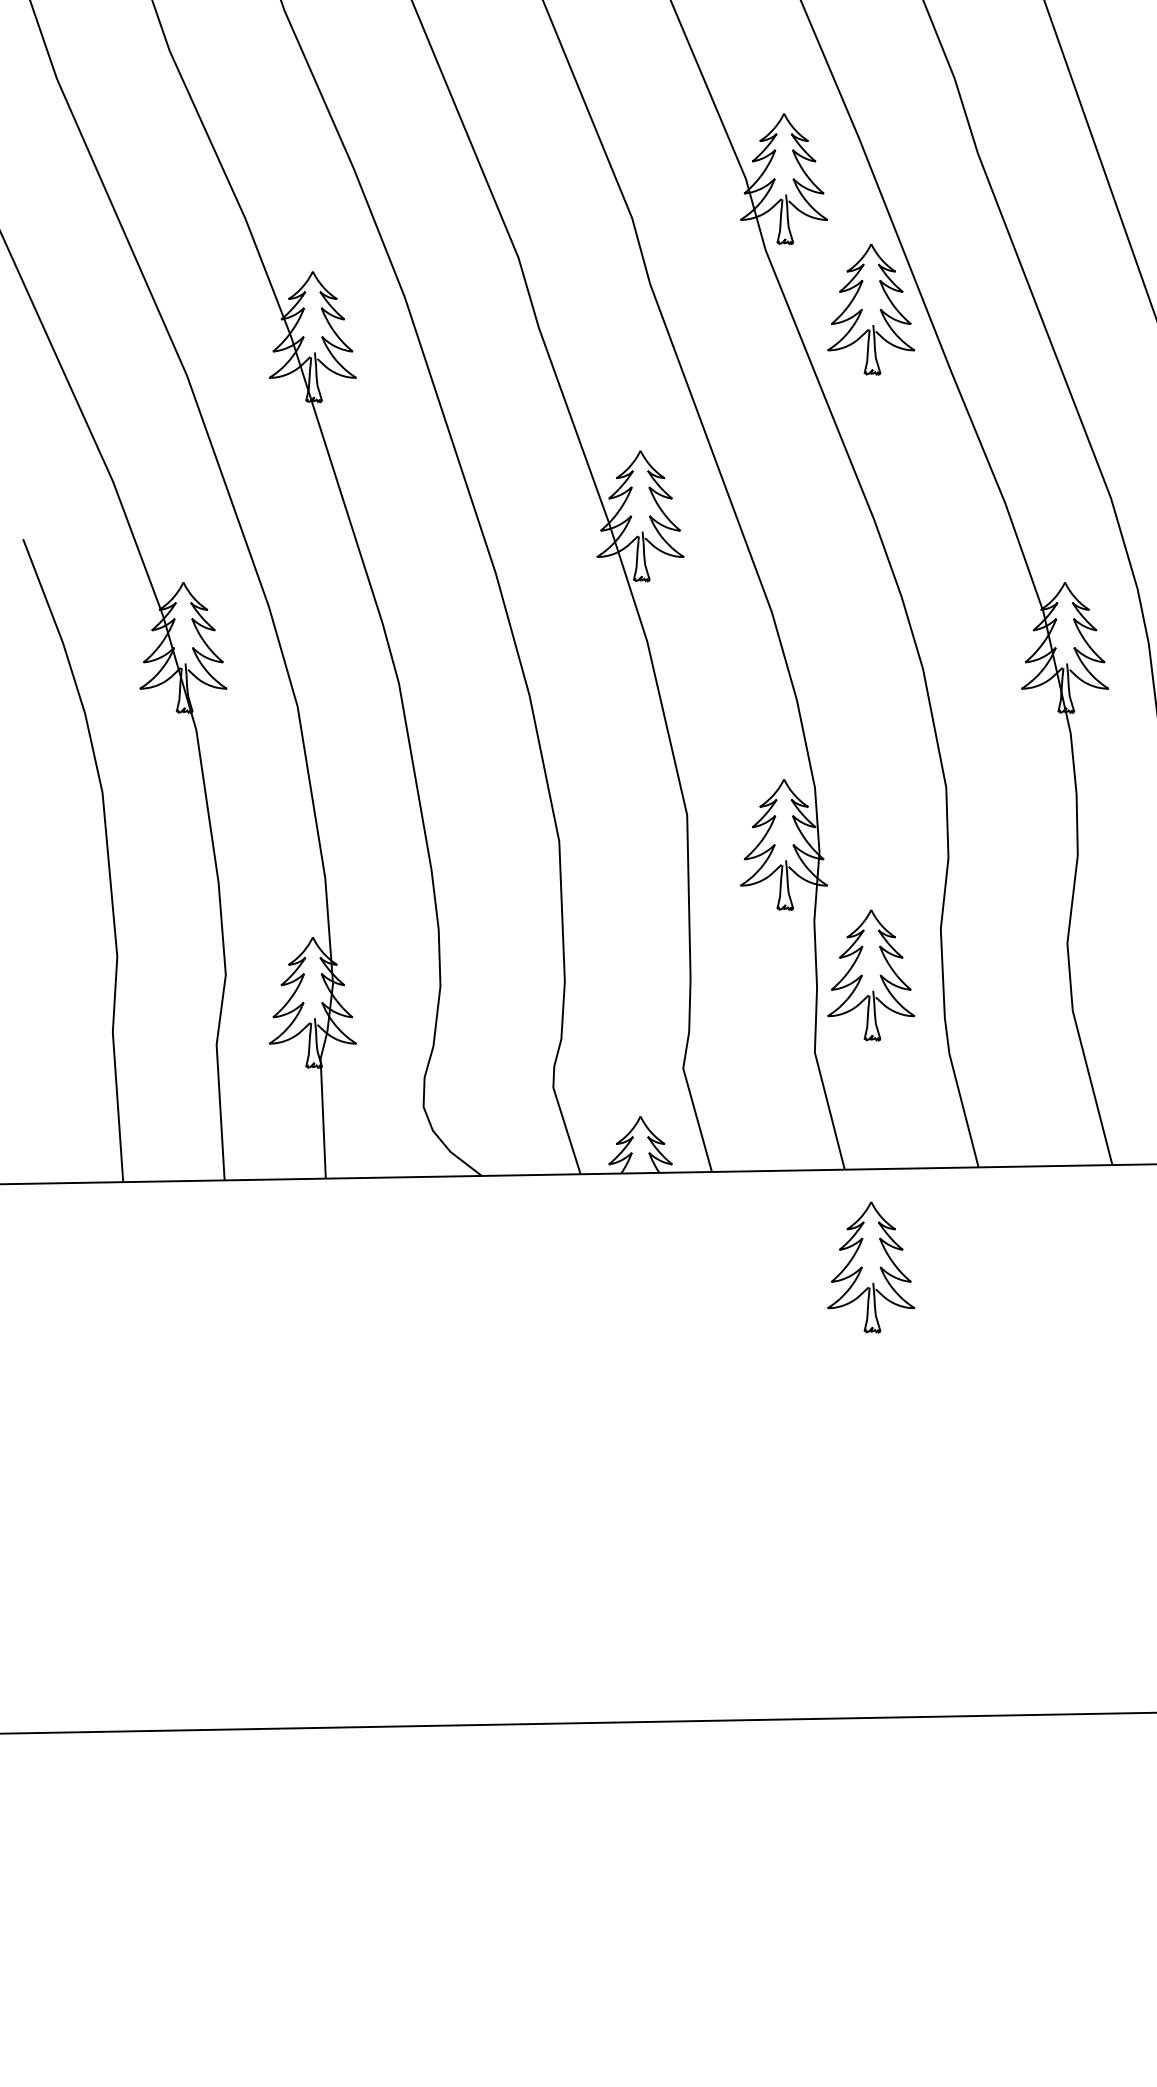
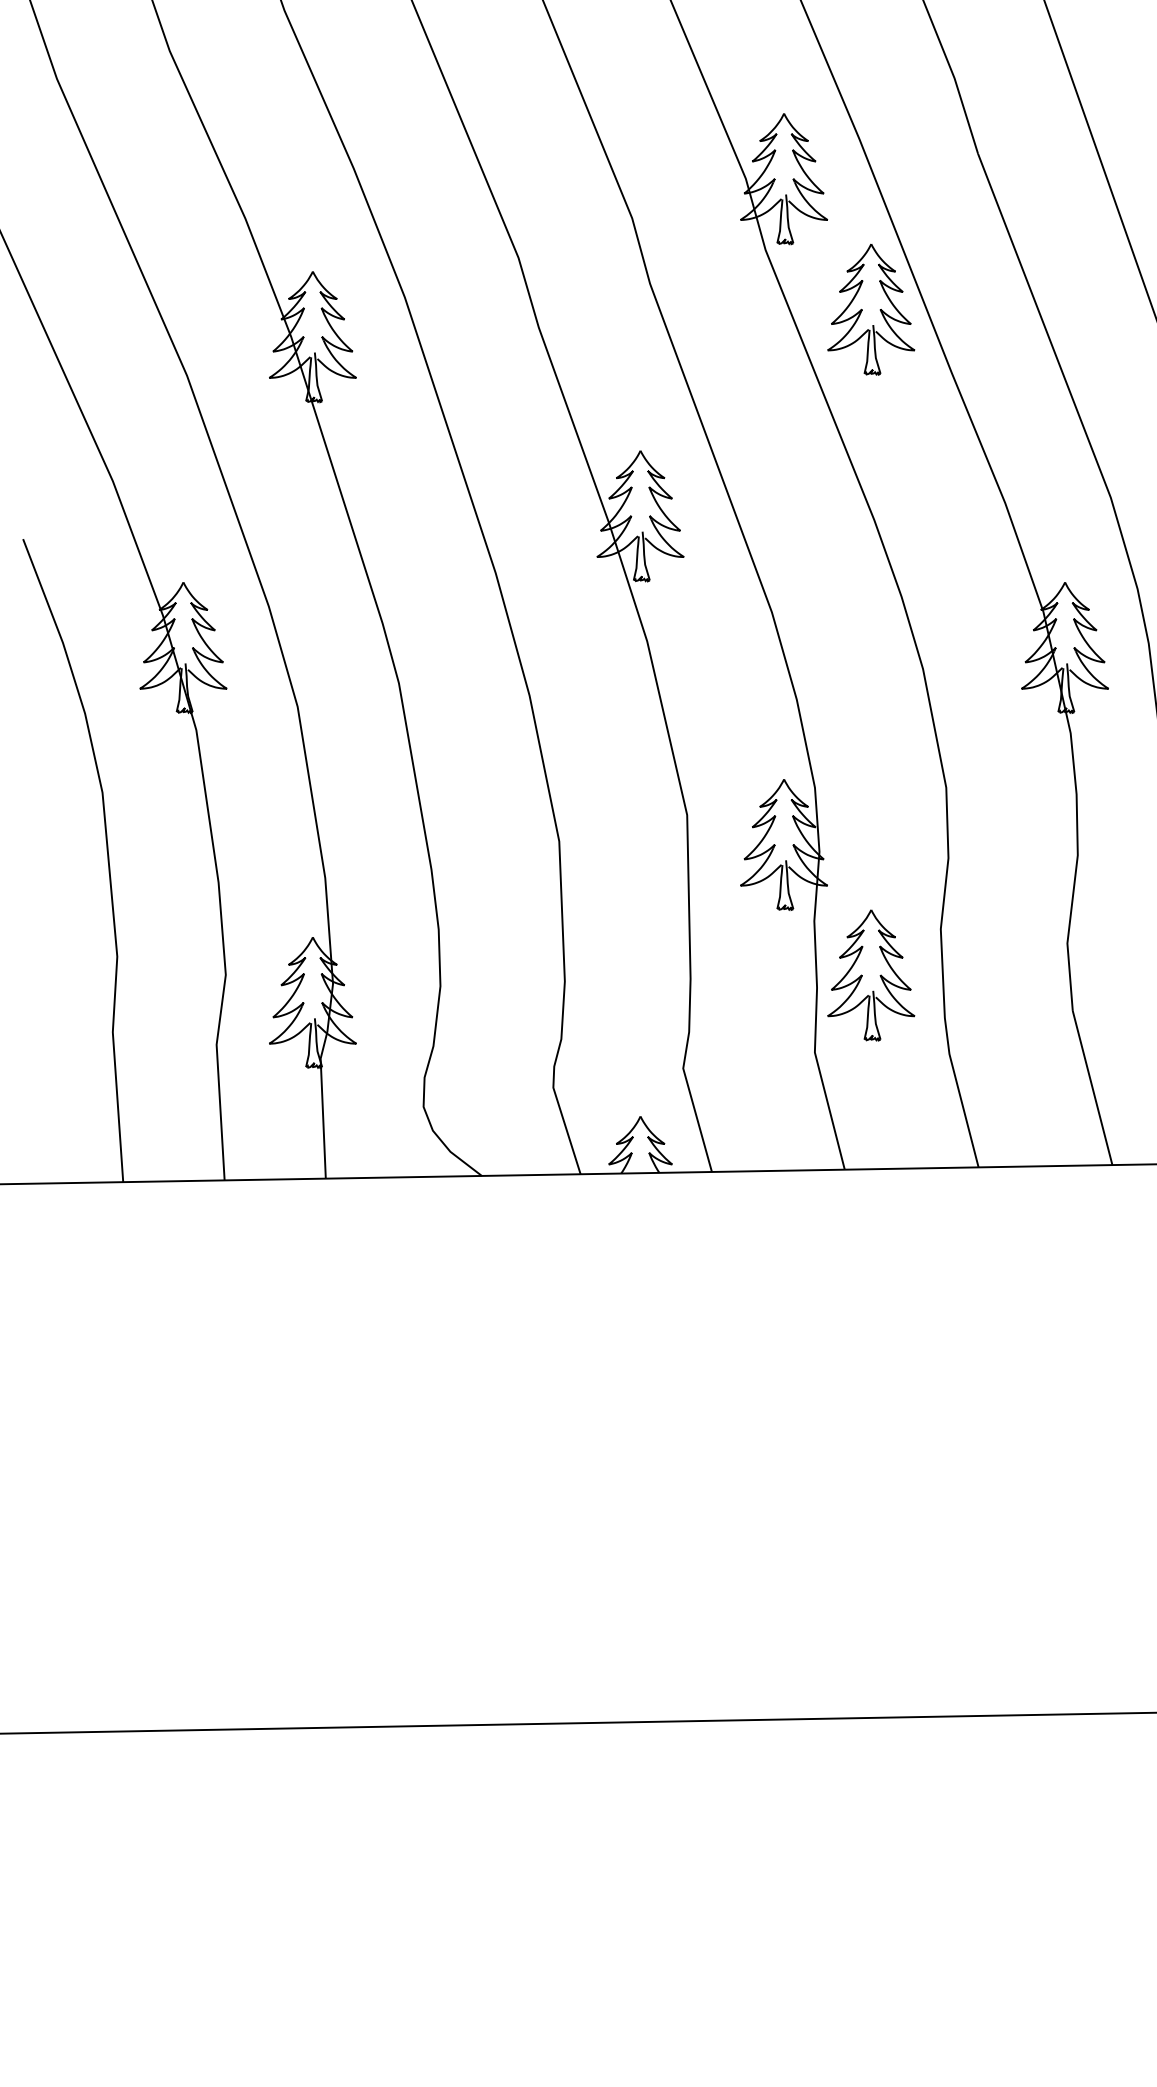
part at (871, 1267): present -> none
